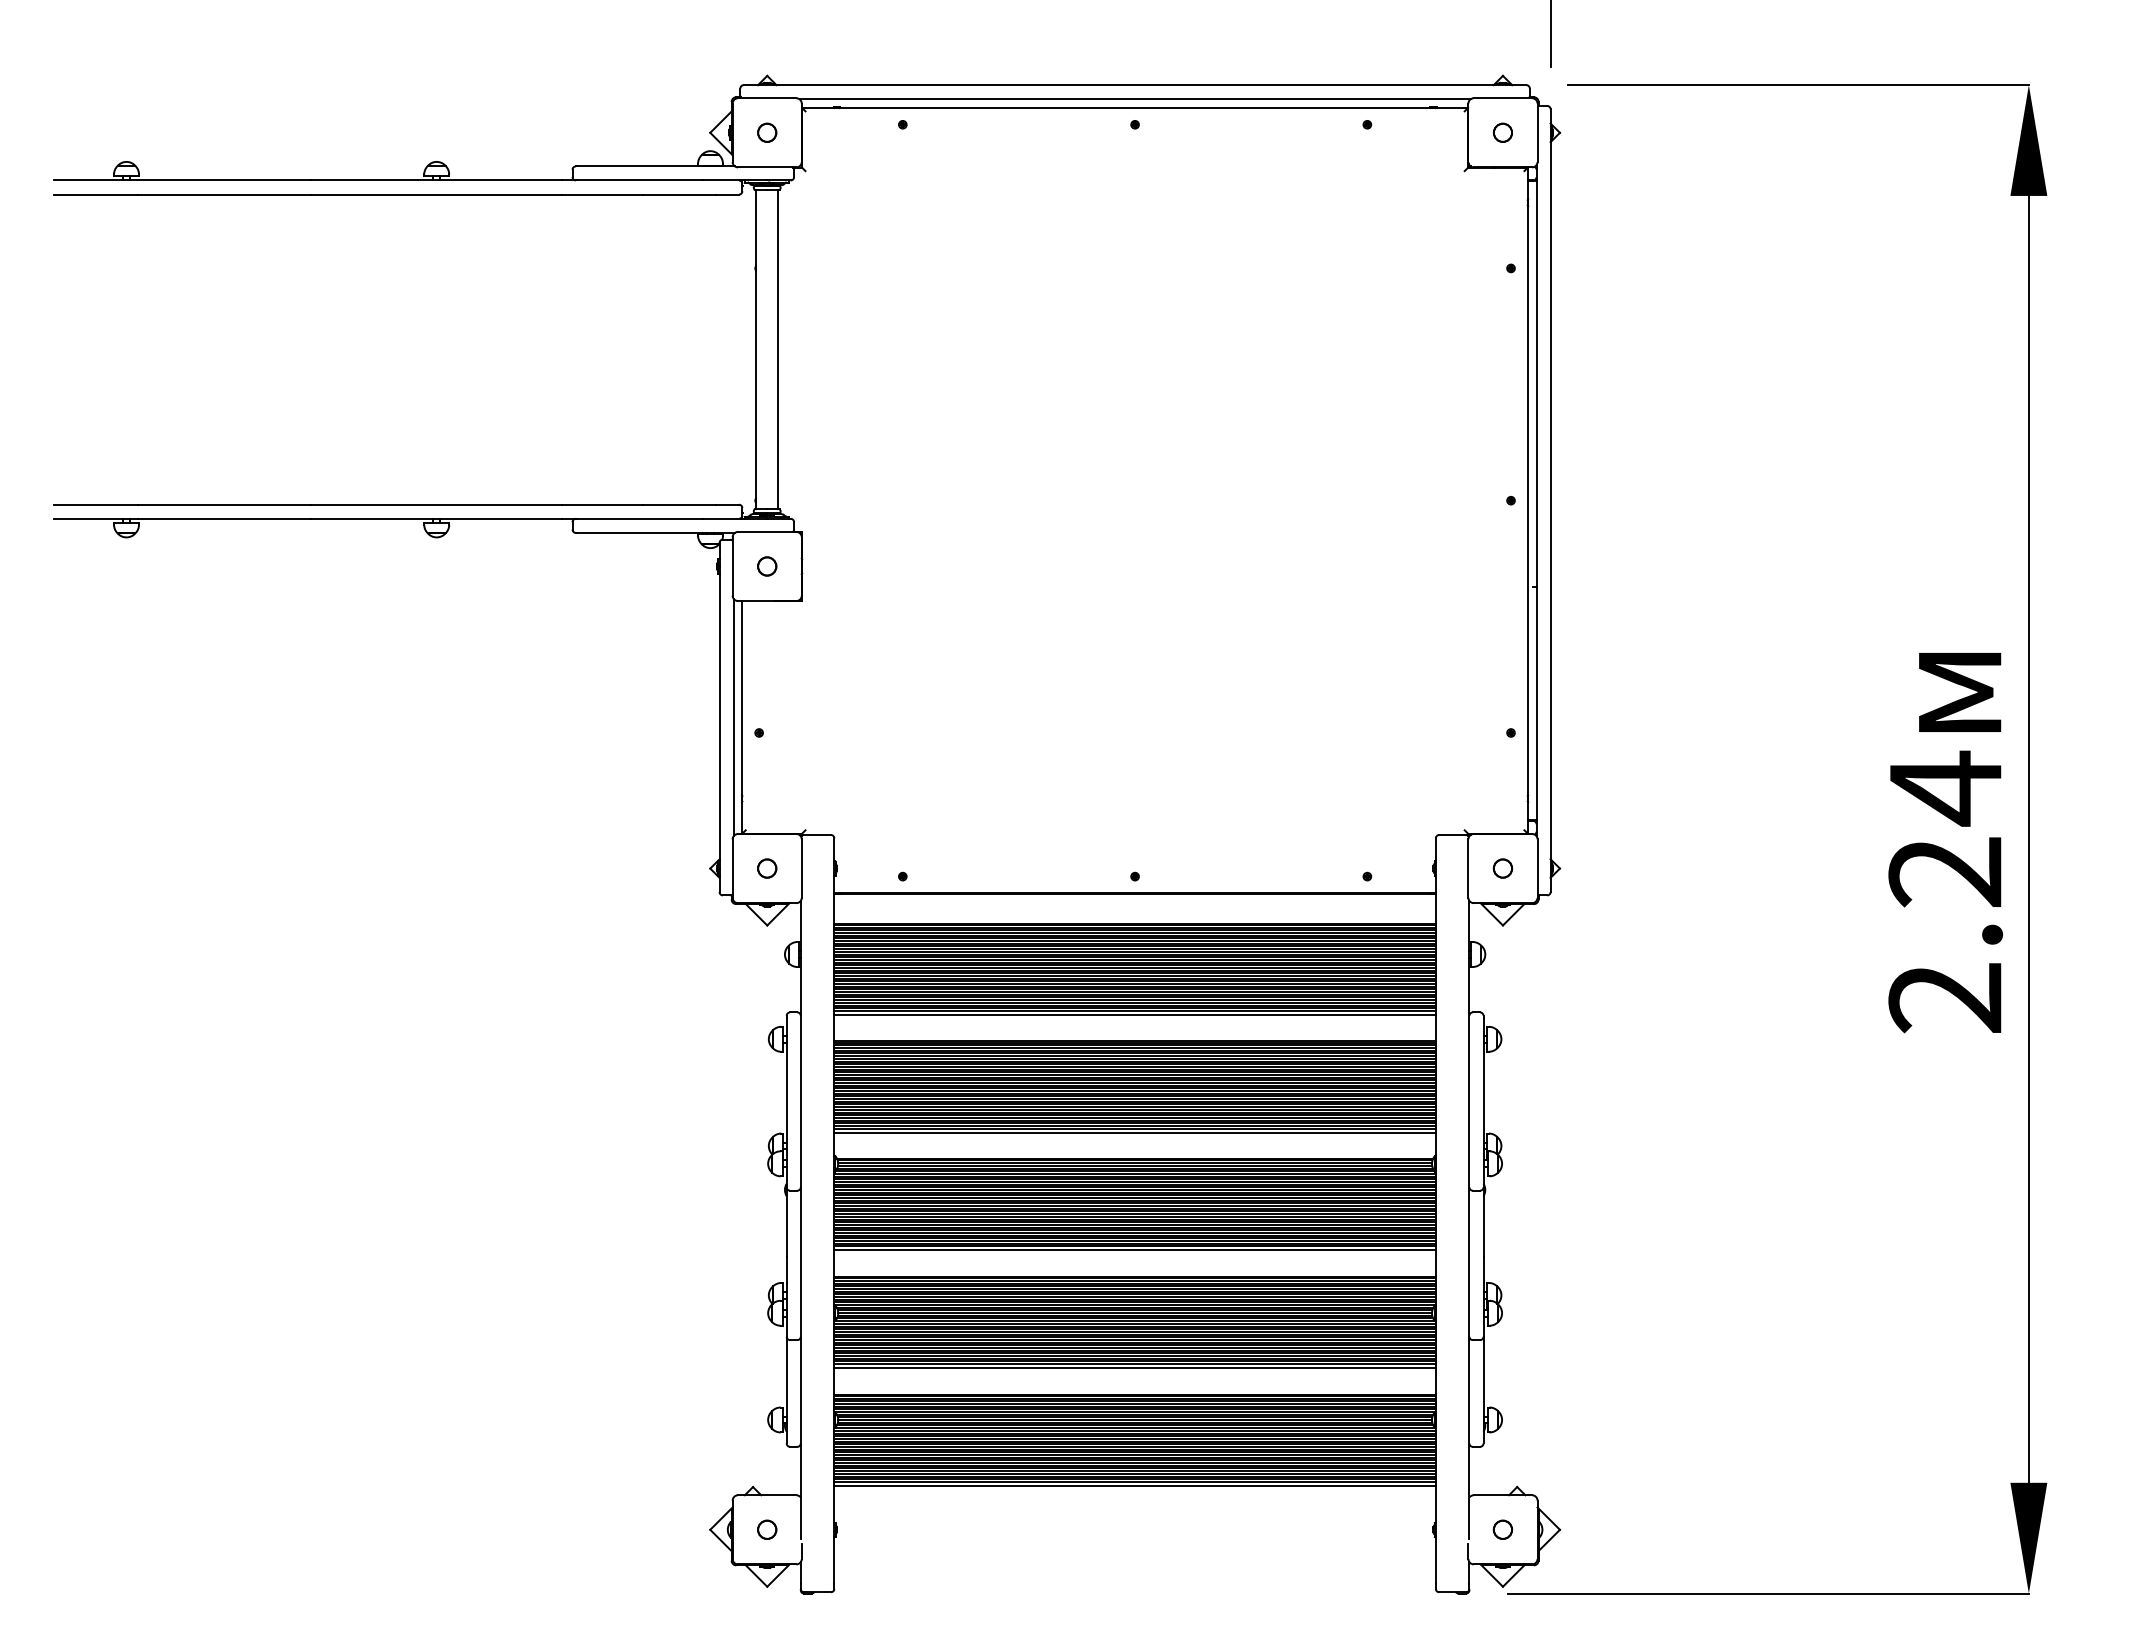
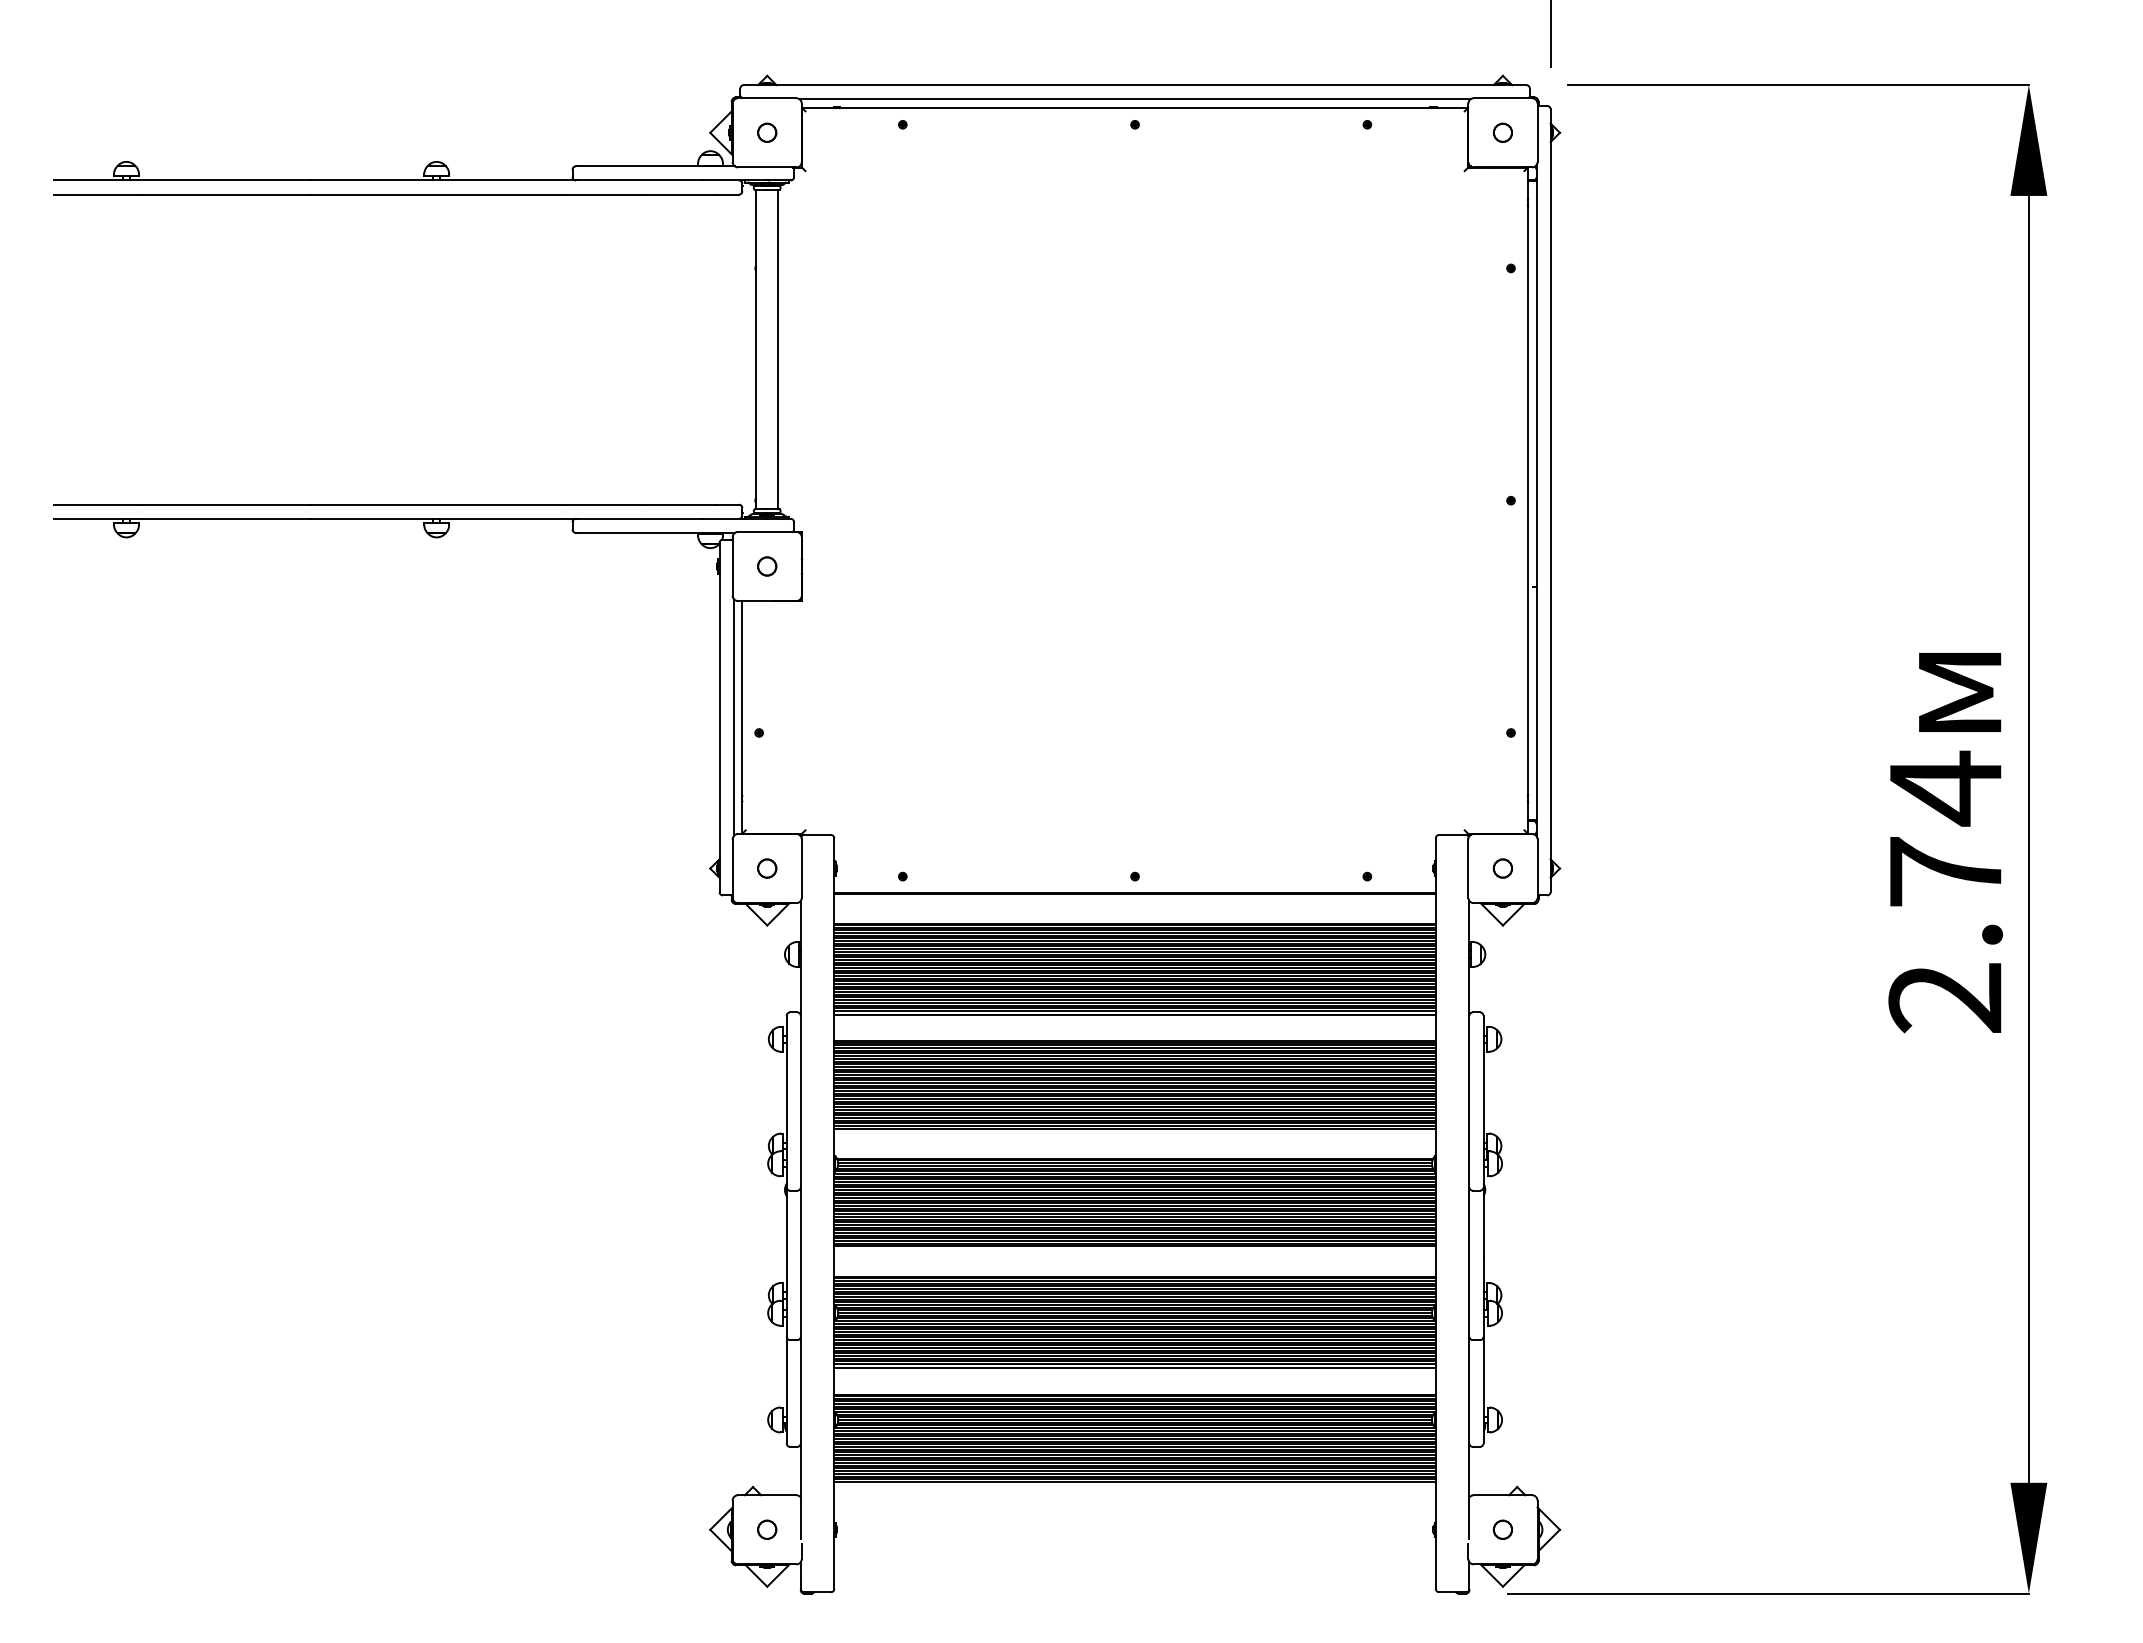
text at (1944, 872): 2.24 -> 2.74
line at (1134, 1132): present -> none
line at (1134, 1250): present -> none
line at (1134, 1485): present -> none
